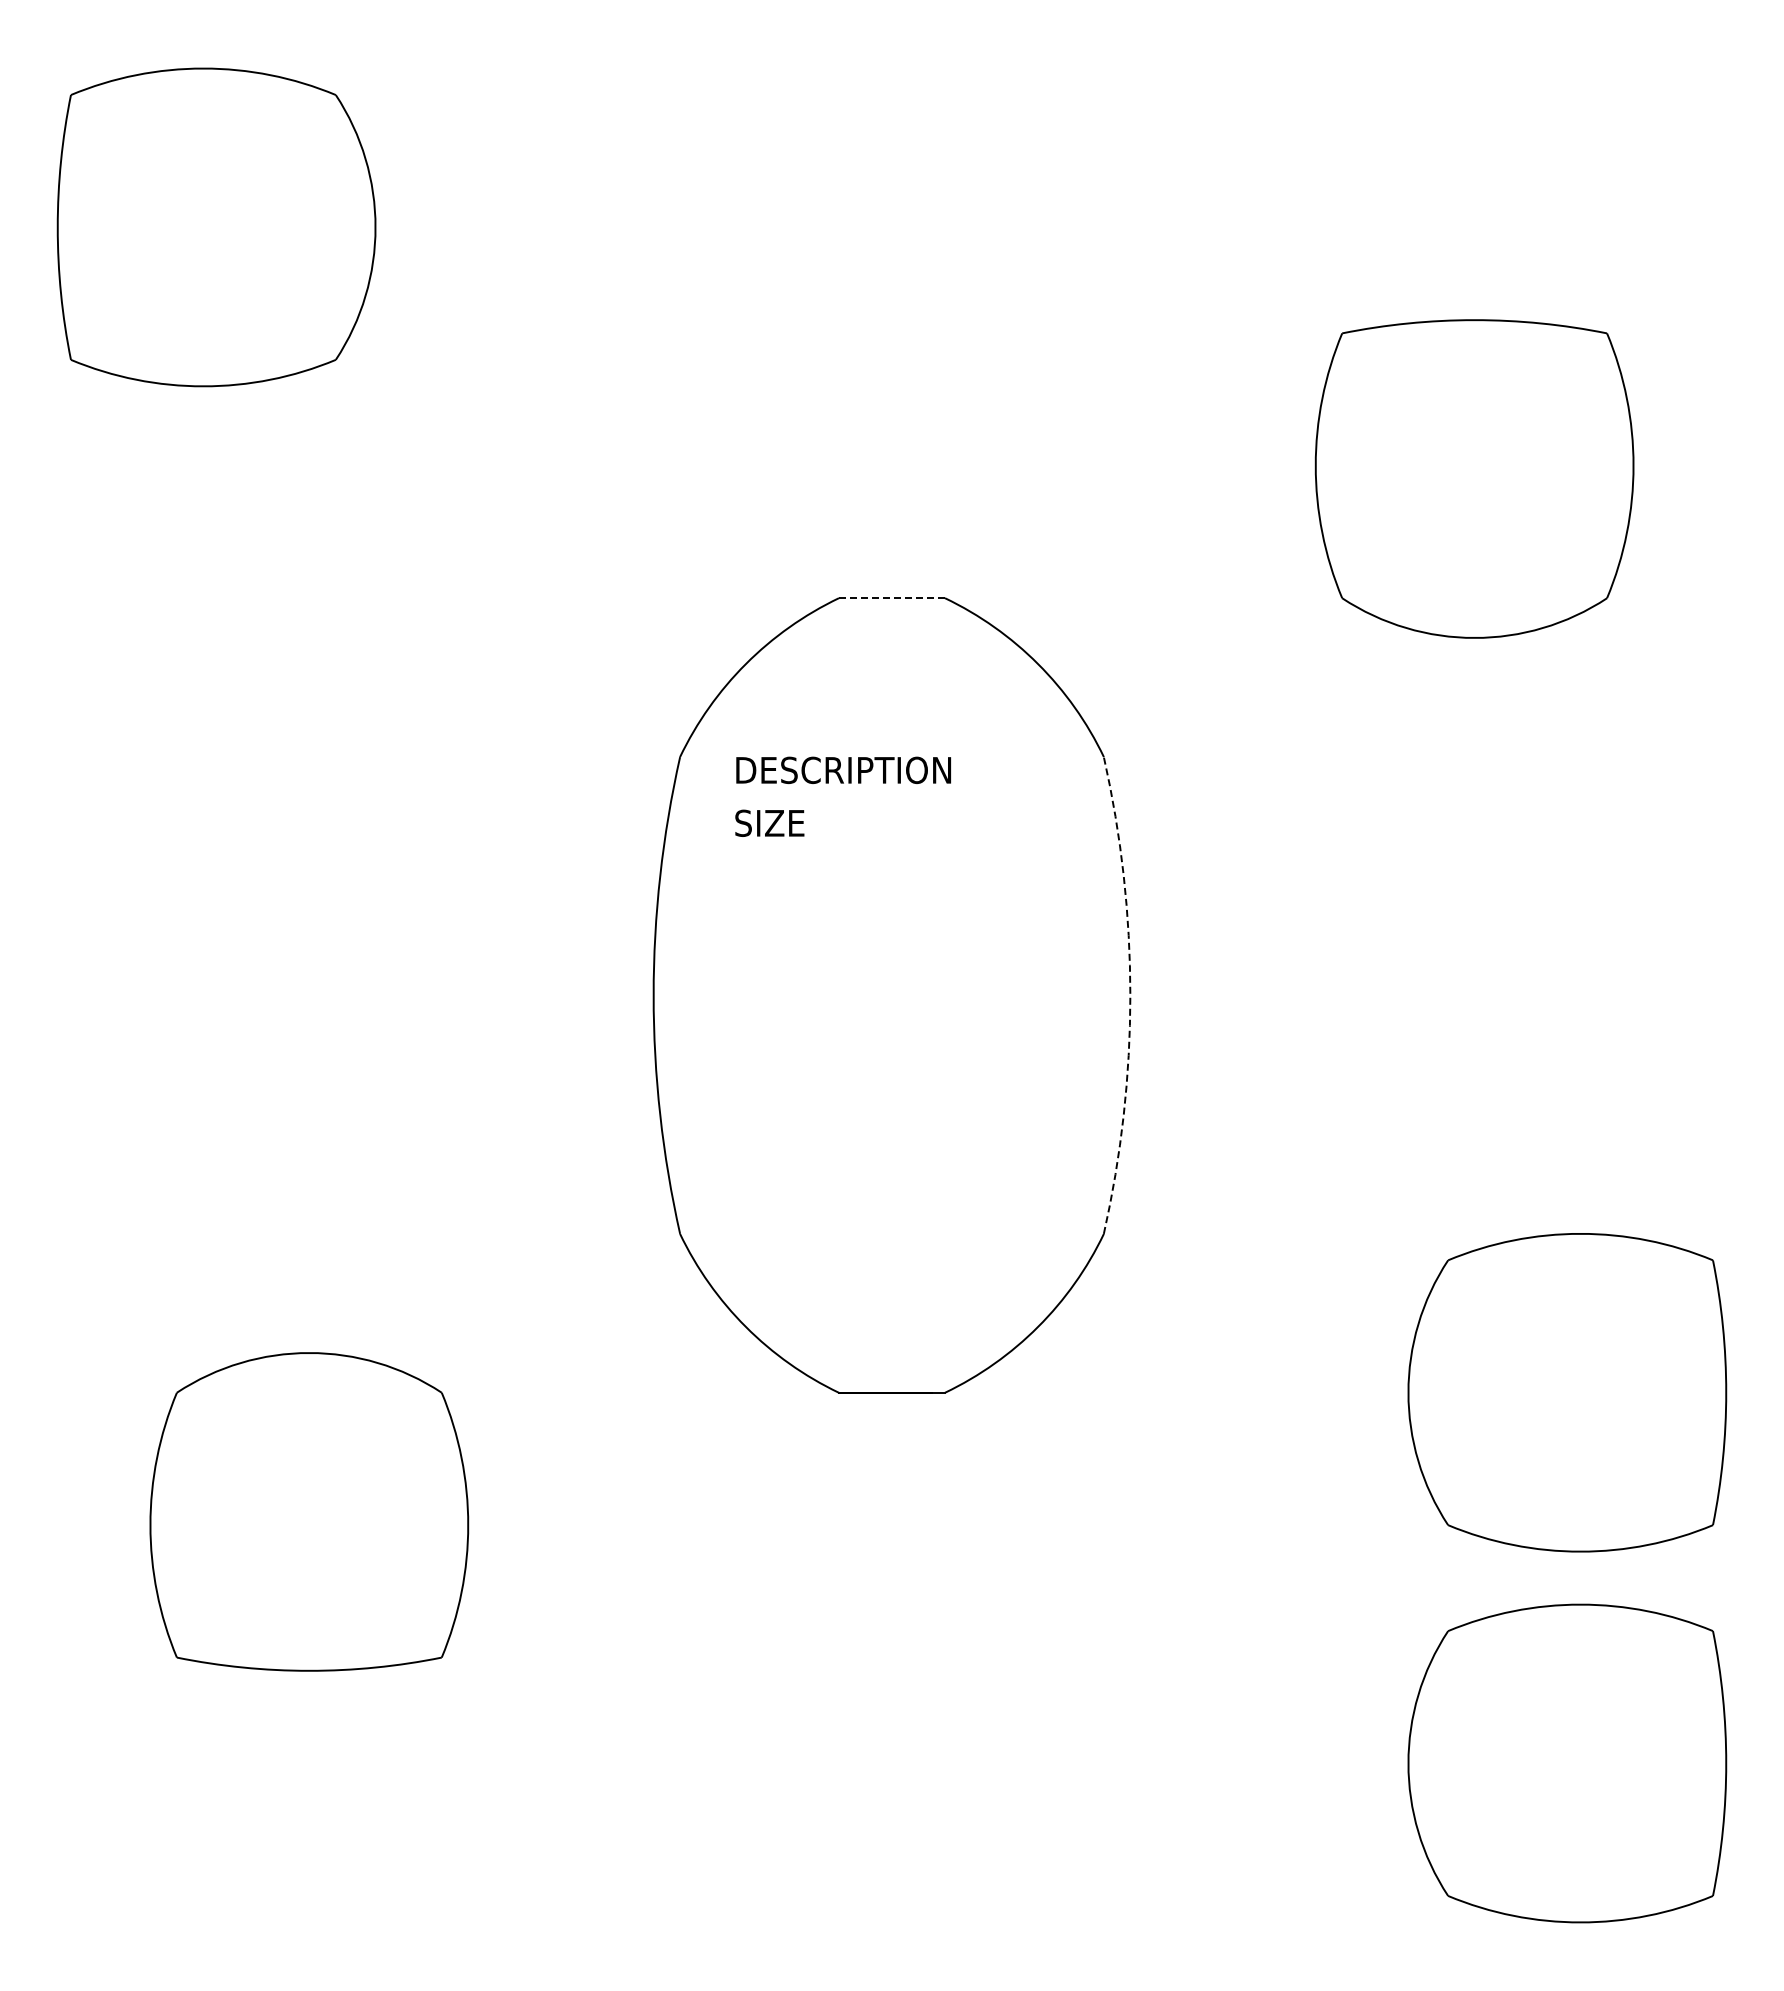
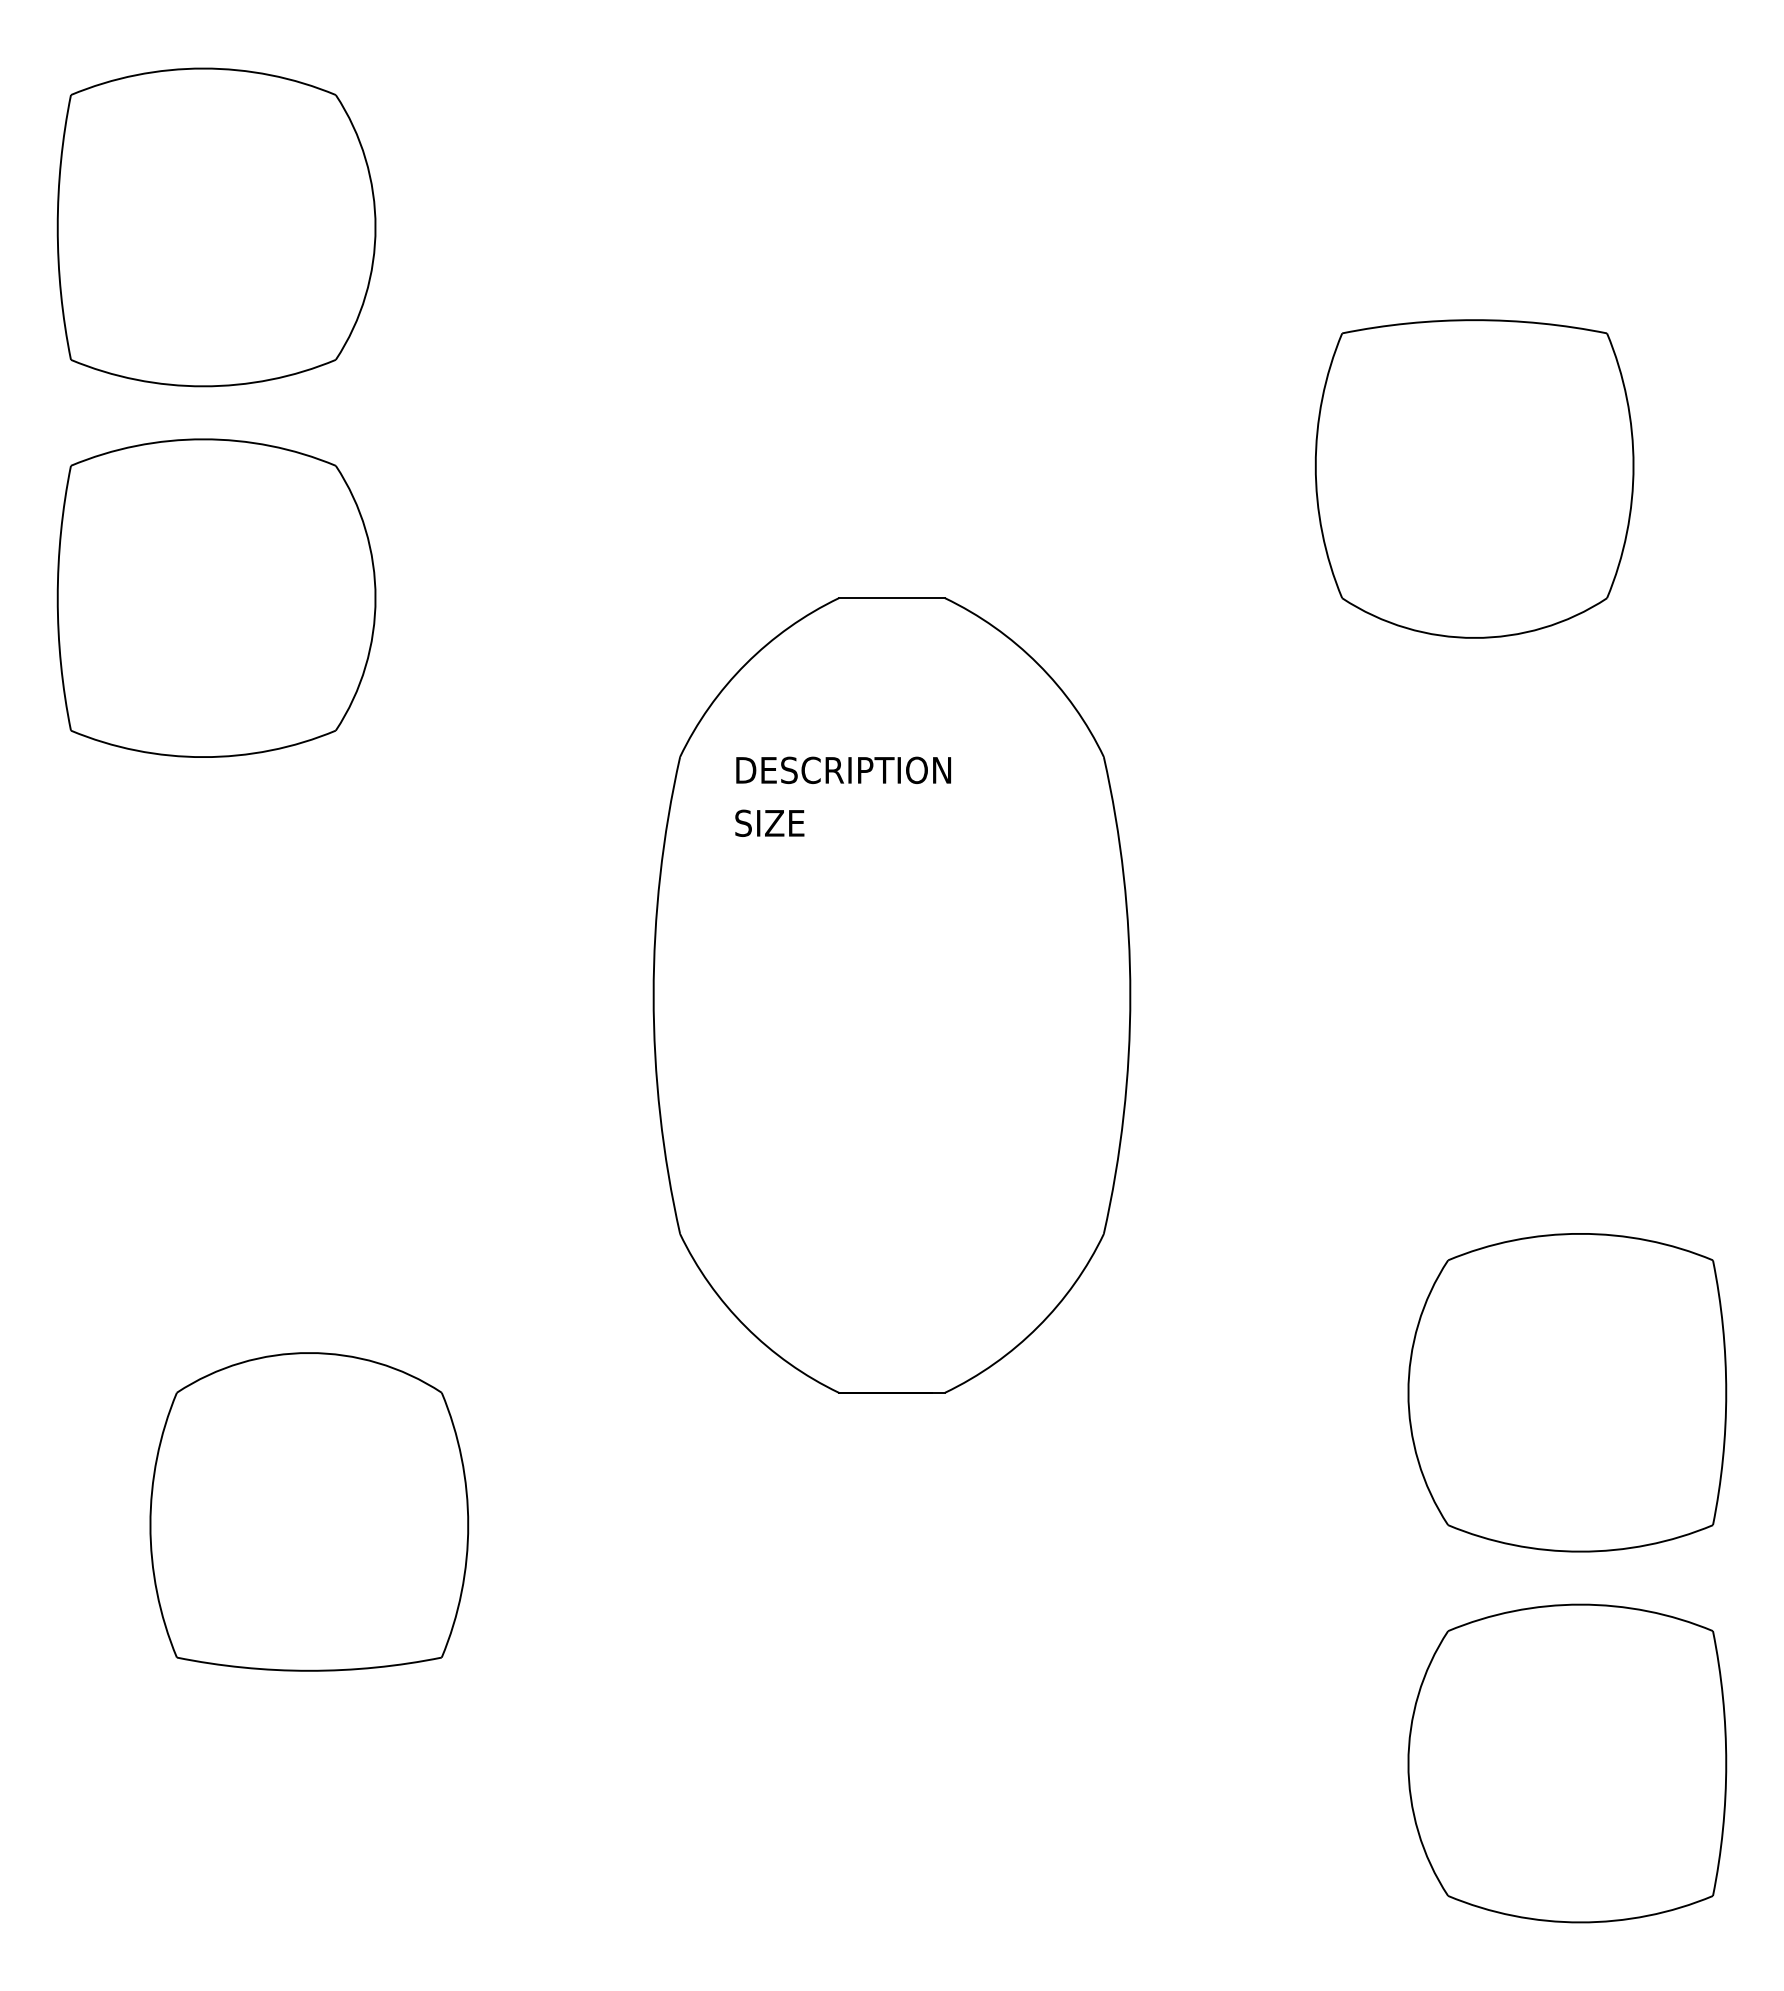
part at (216, 597): none -> present
line at (892, 598): dashed -> solid
arc at (1130, 995): dashed -> solid
